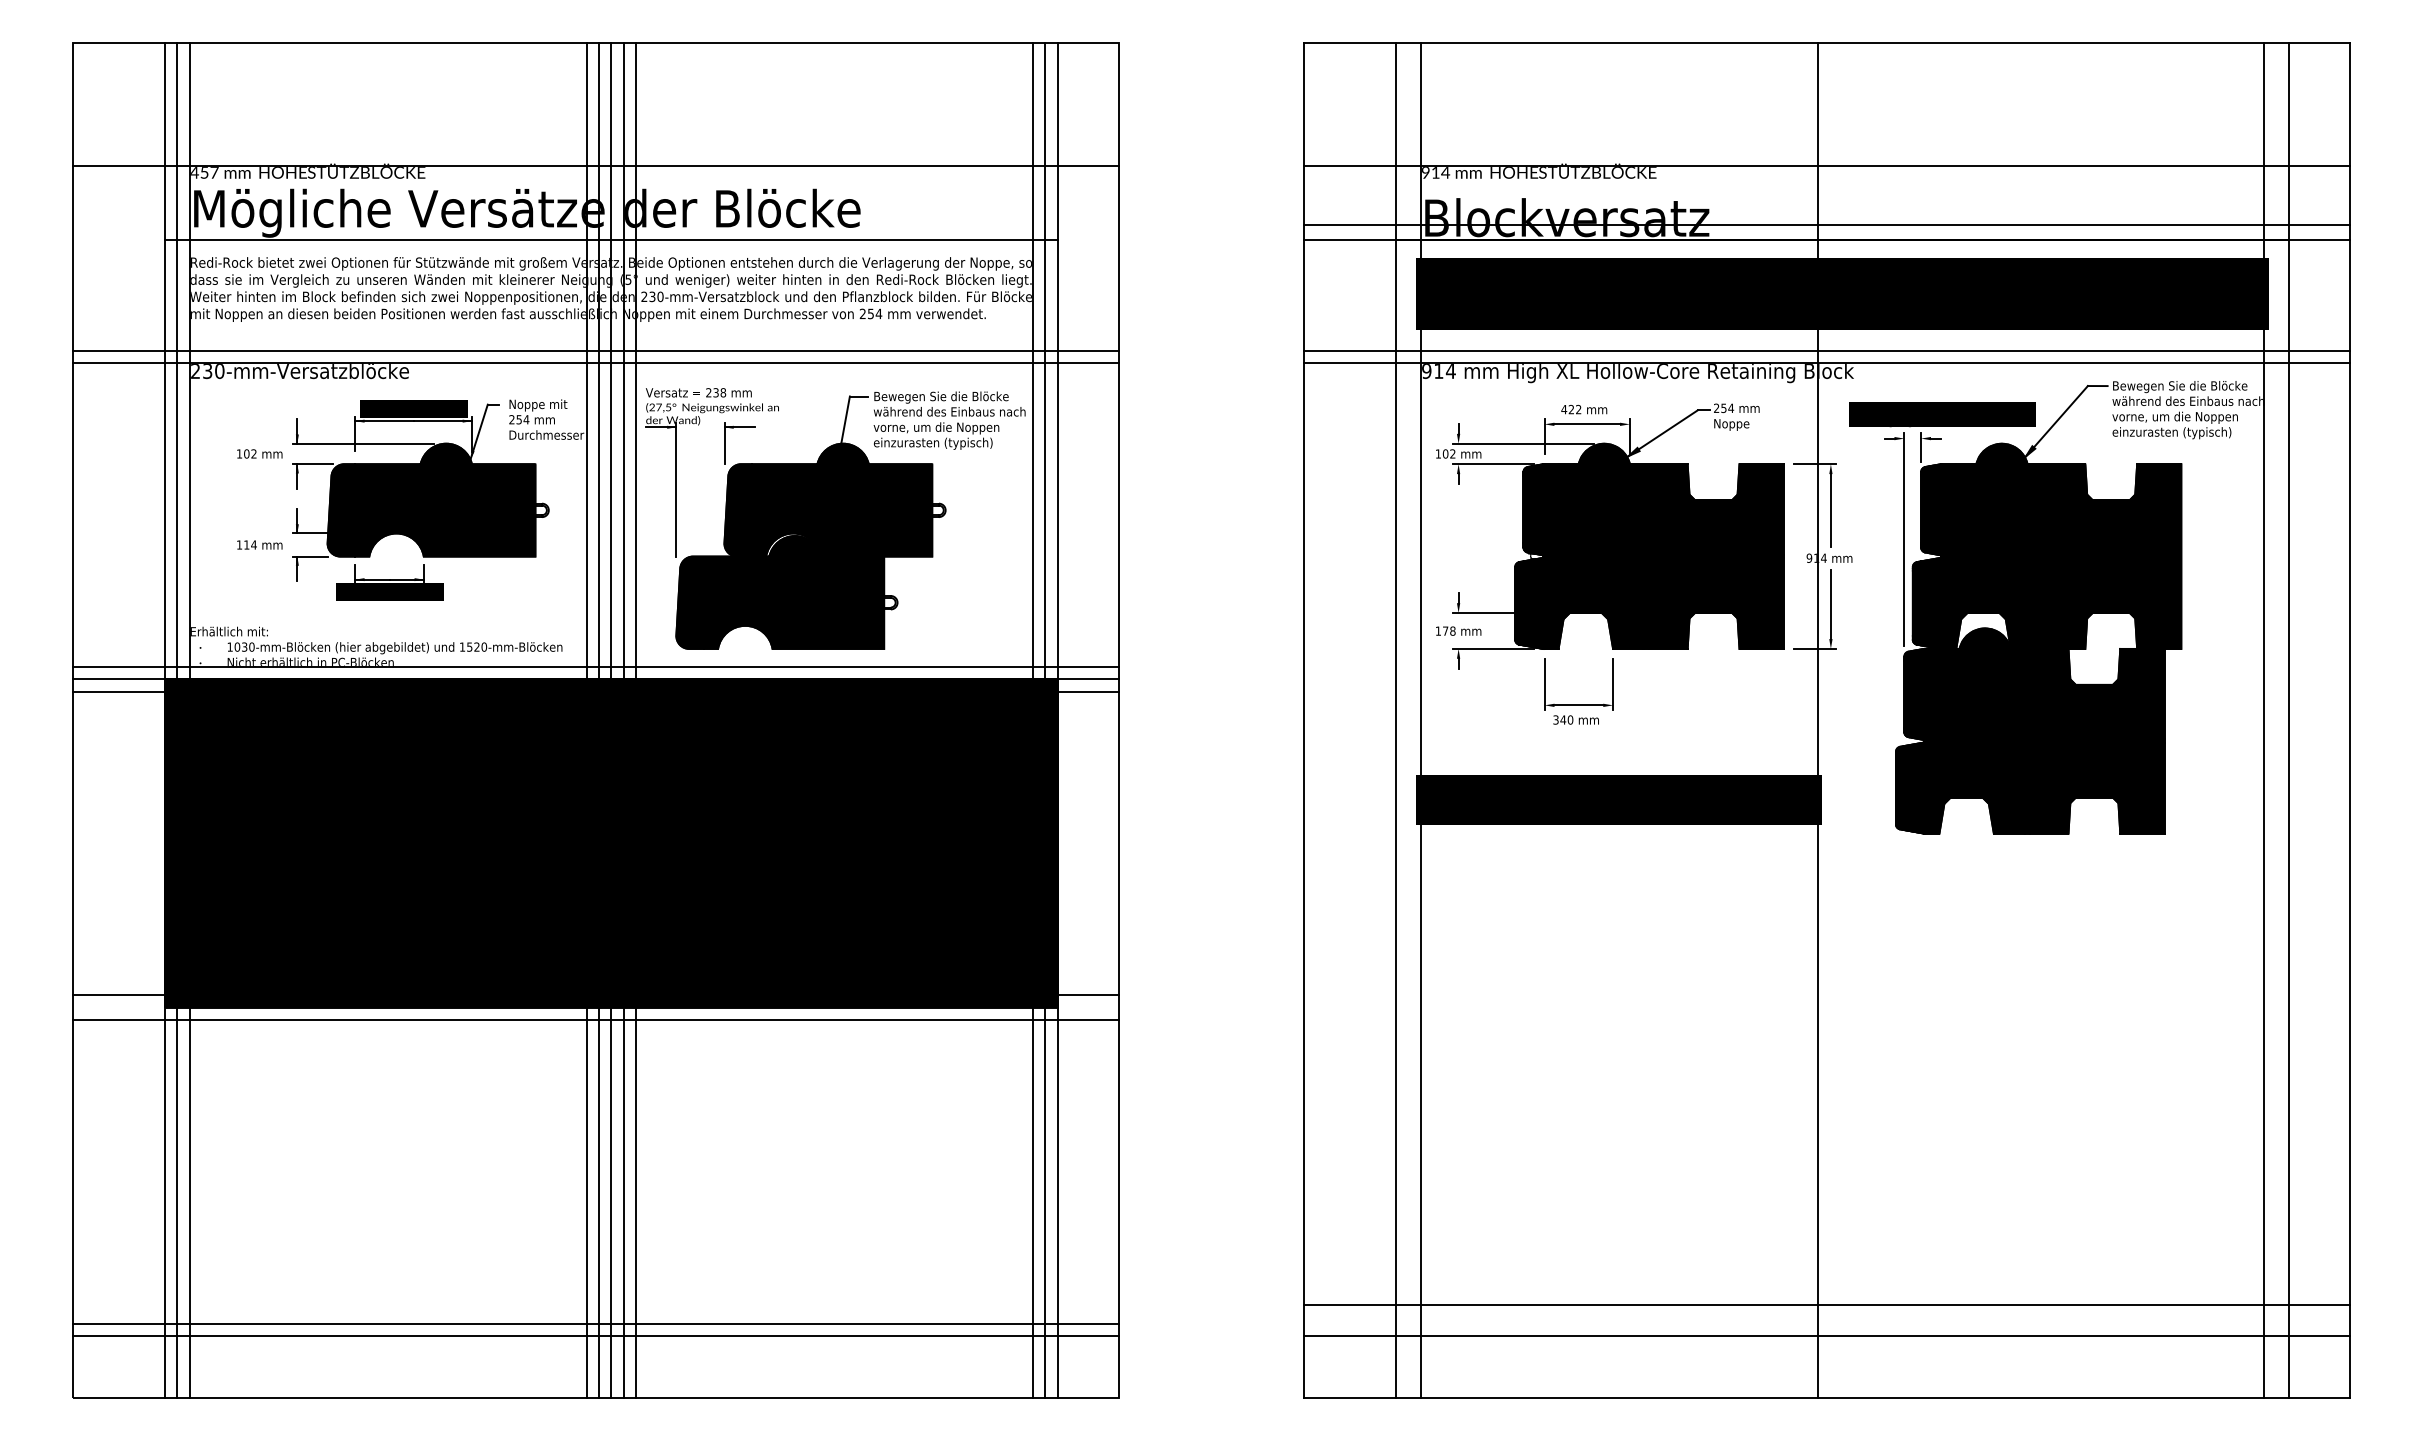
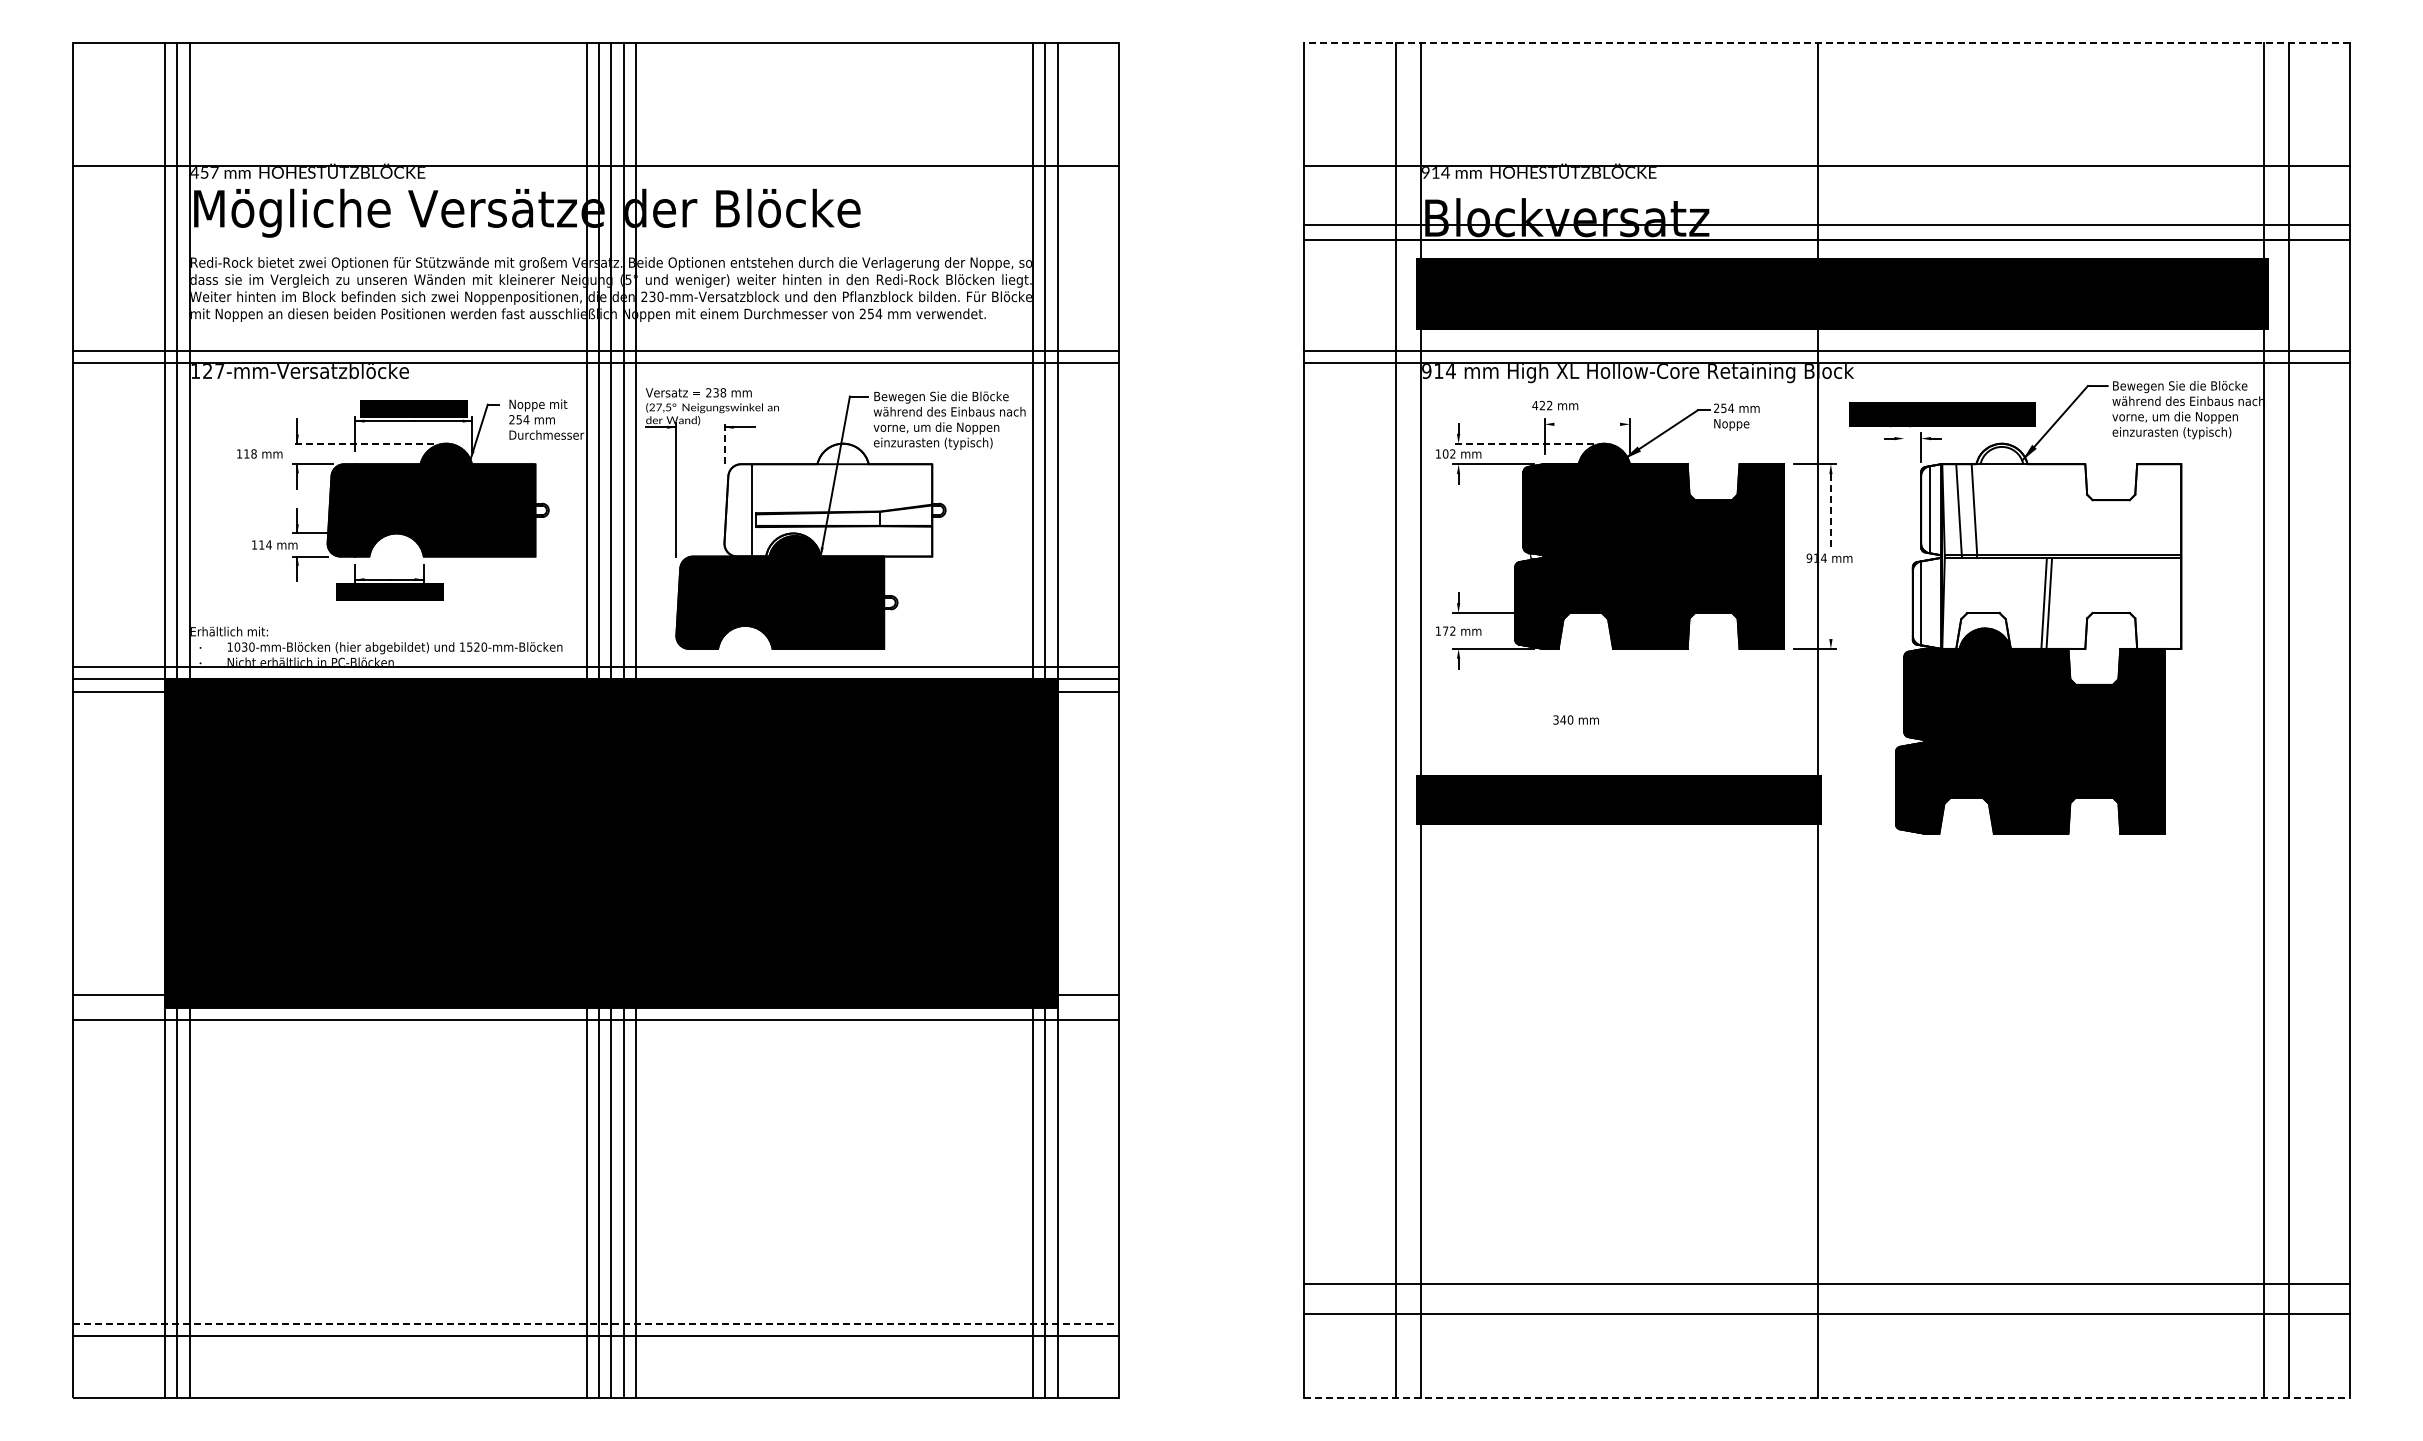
line at (1826, 43): solid -> dashed
line at (611, 240): present -> none
text at (207, 371): 230-mm-Versatzblöcke -> 127-mm-Versatzblöcke
text at (1584, 409) position: (1584, 409) -> (1555, 405)
line at (1587, 424): present -> none
line at (363, 443): solid -> dashed
line at (724, 443): solid -> dashed
line at (1523, 443): solid -> dashed
text at (250, 453): 102 -> 118
fill at (828, 499): present -> none
line at (1830, 510): solid -> dashed
line at (1904, 539): present -> none
text at (259, 544) position: (259, 544) -> (274, 544)
fill at (2046, 545): present -> none
line at (1830, 604): present -> none
text at (1452, 630): 178 -> 172
part at (1578, 704): present -> none
line at (1826, 1305) position: (1826, 1305) -> (1826, 1284)
line at (596, 1323): solid -> dashed
line at (1826, 1336) position: (1826, 1336) -> (1826, 1314)
line at (1827, 1397): solid -> dashed
